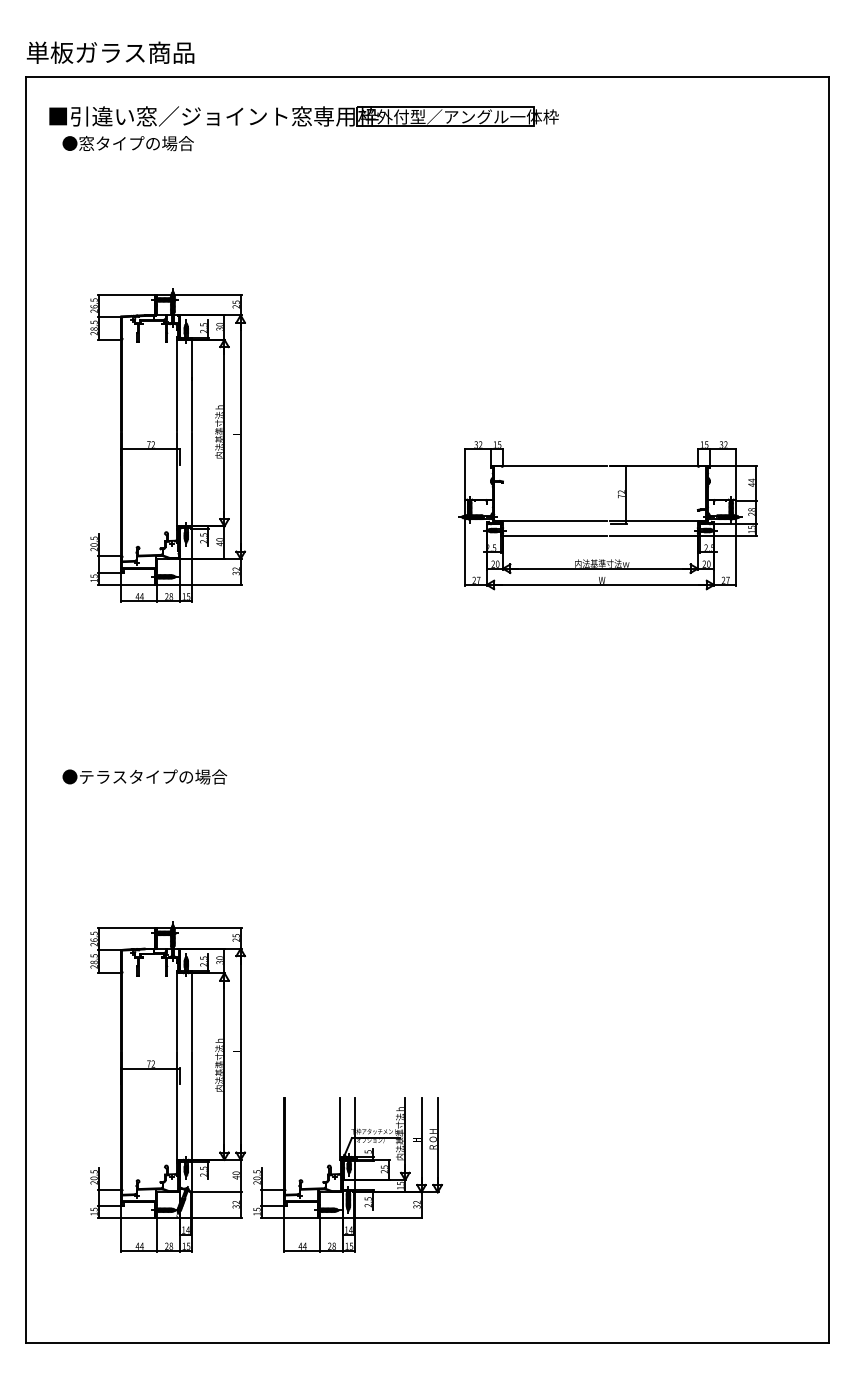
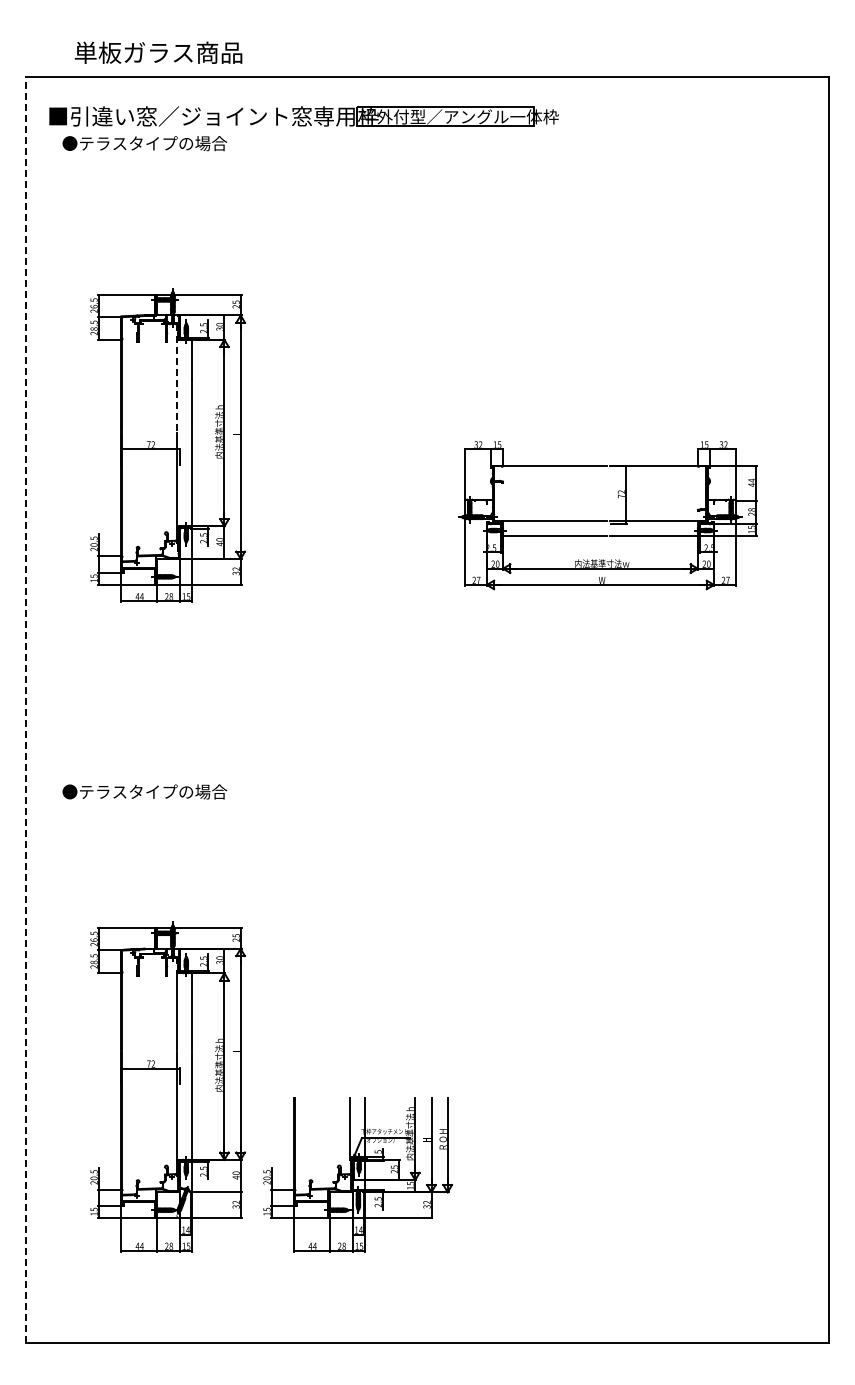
text at (110, 52) position: (110, 52) -> (158, 52)
text at (152, 143): ●窓タイプの場合 -> ●テラスタイプの場合
line at (176, 384): solid -> dashed
line at (25, 709): solid -> dashed
text at (144, 776) position: (144, 776) -> (144, 791)
part at (347, 1174) position: (347, 1174) -> (357, 1174)
